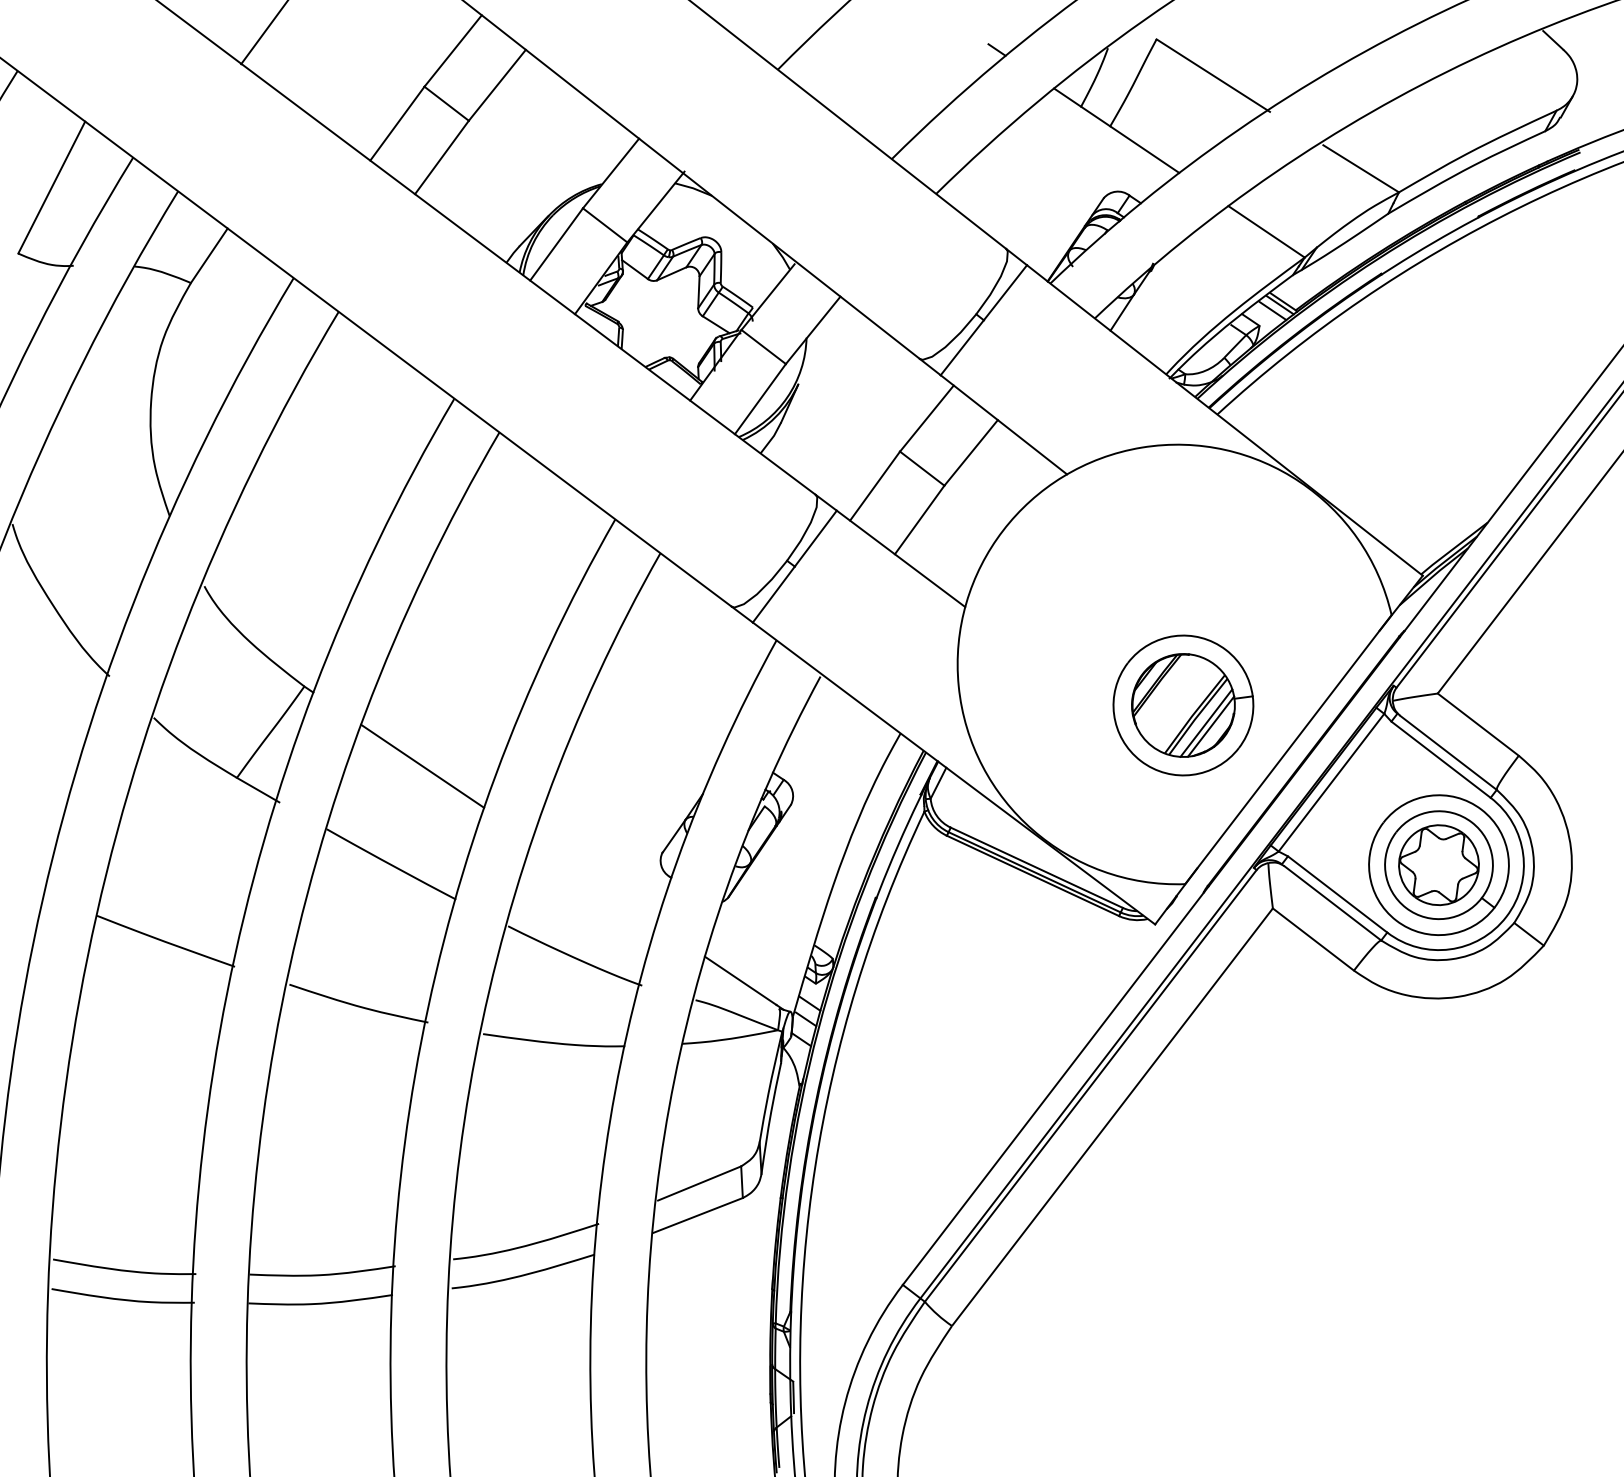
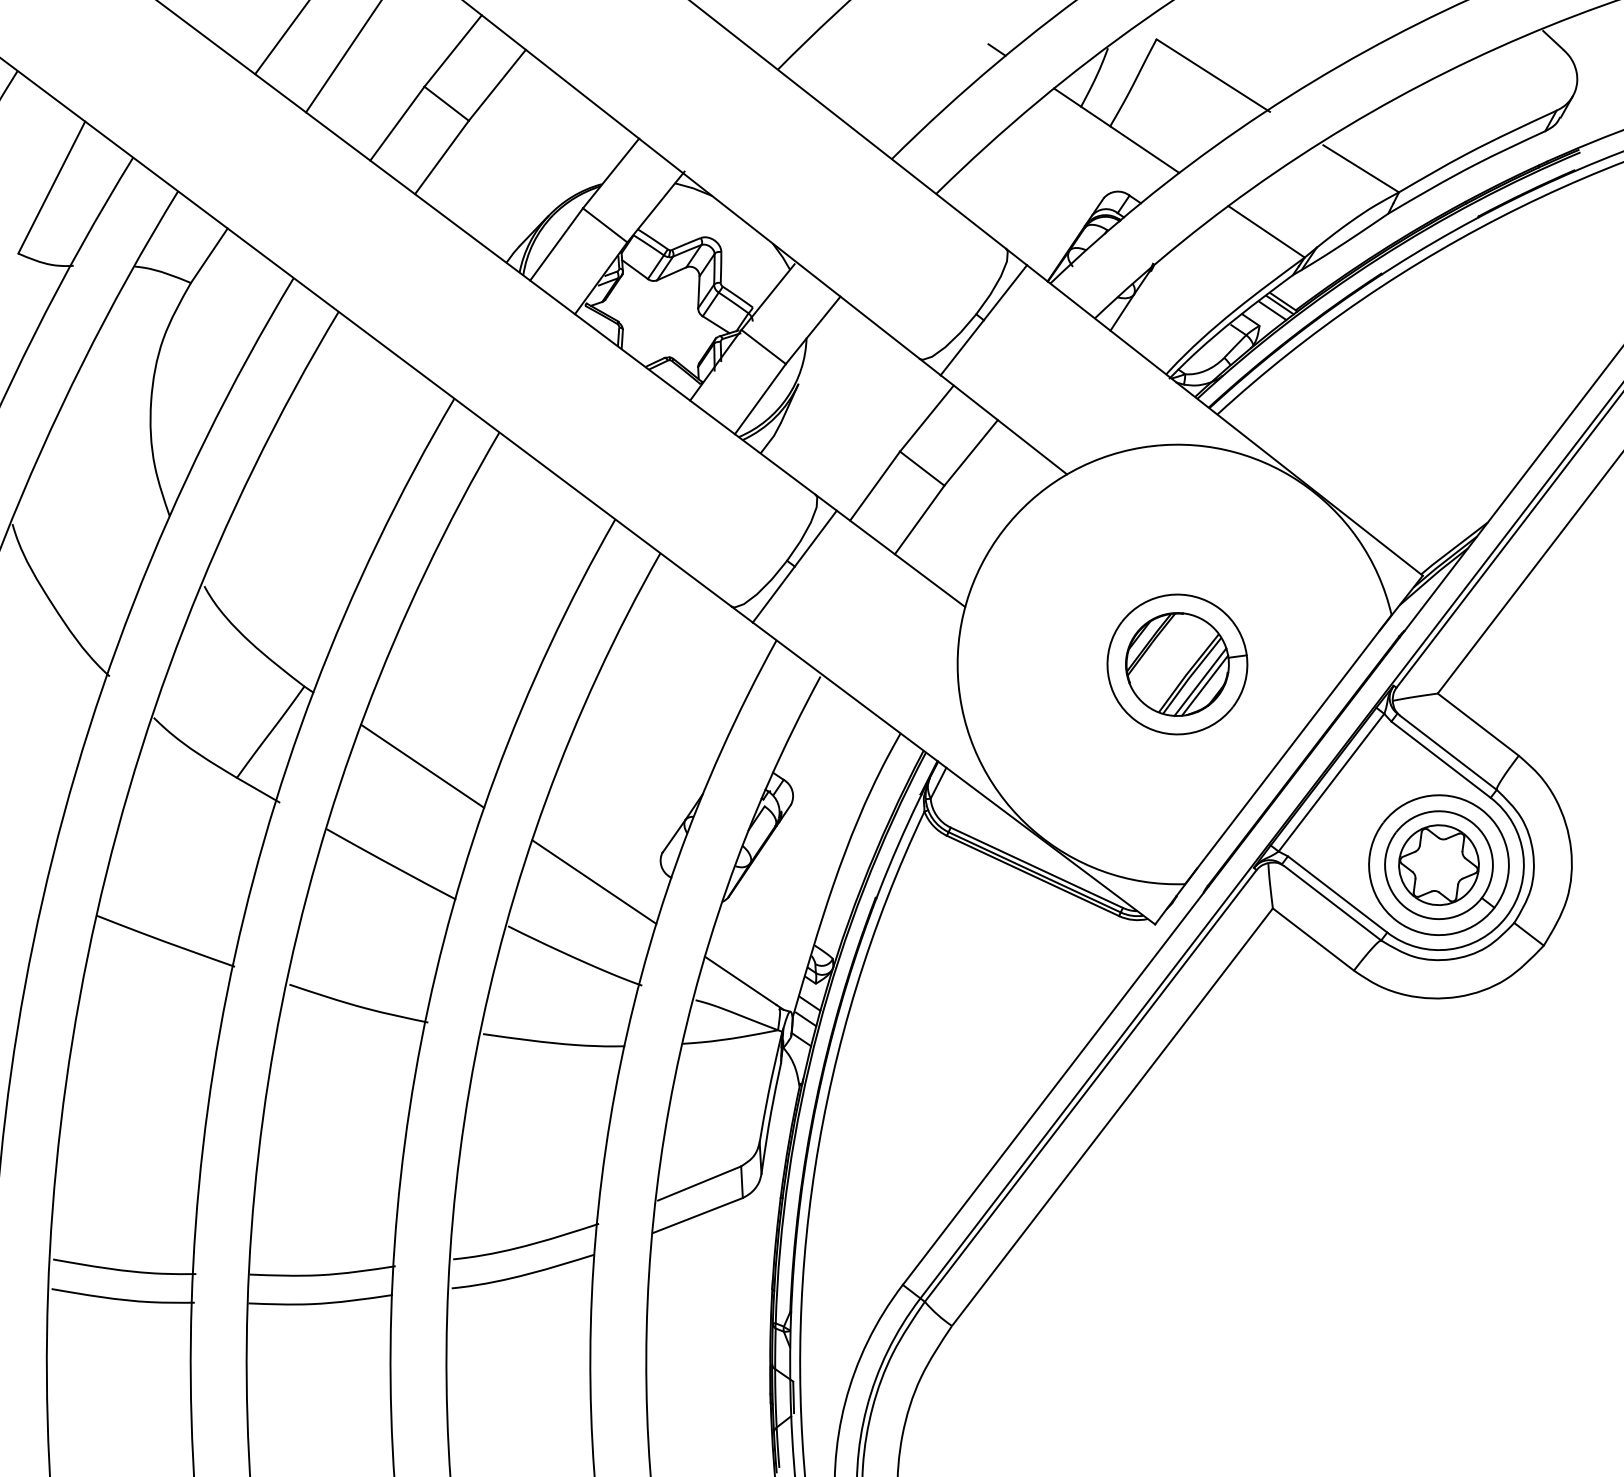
line at (263, 33) position: (263, 33) -> (281, 38)
line at (343, 57): none -> present
part at (1183, 705) position: (1183, 705) -> (1177, 664)
line at (594, 881): none -> present
